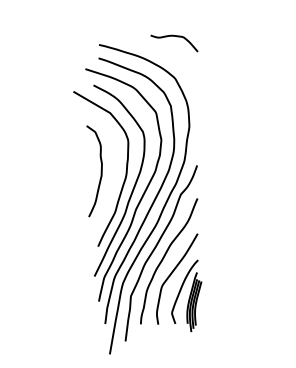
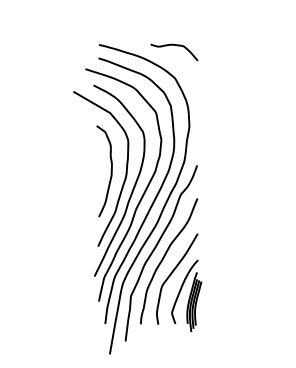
curve at (177, 37) position: (177, 37) -> (177, 46)
curve at (100, 171) position: (100, 171) -> (110, 171)
